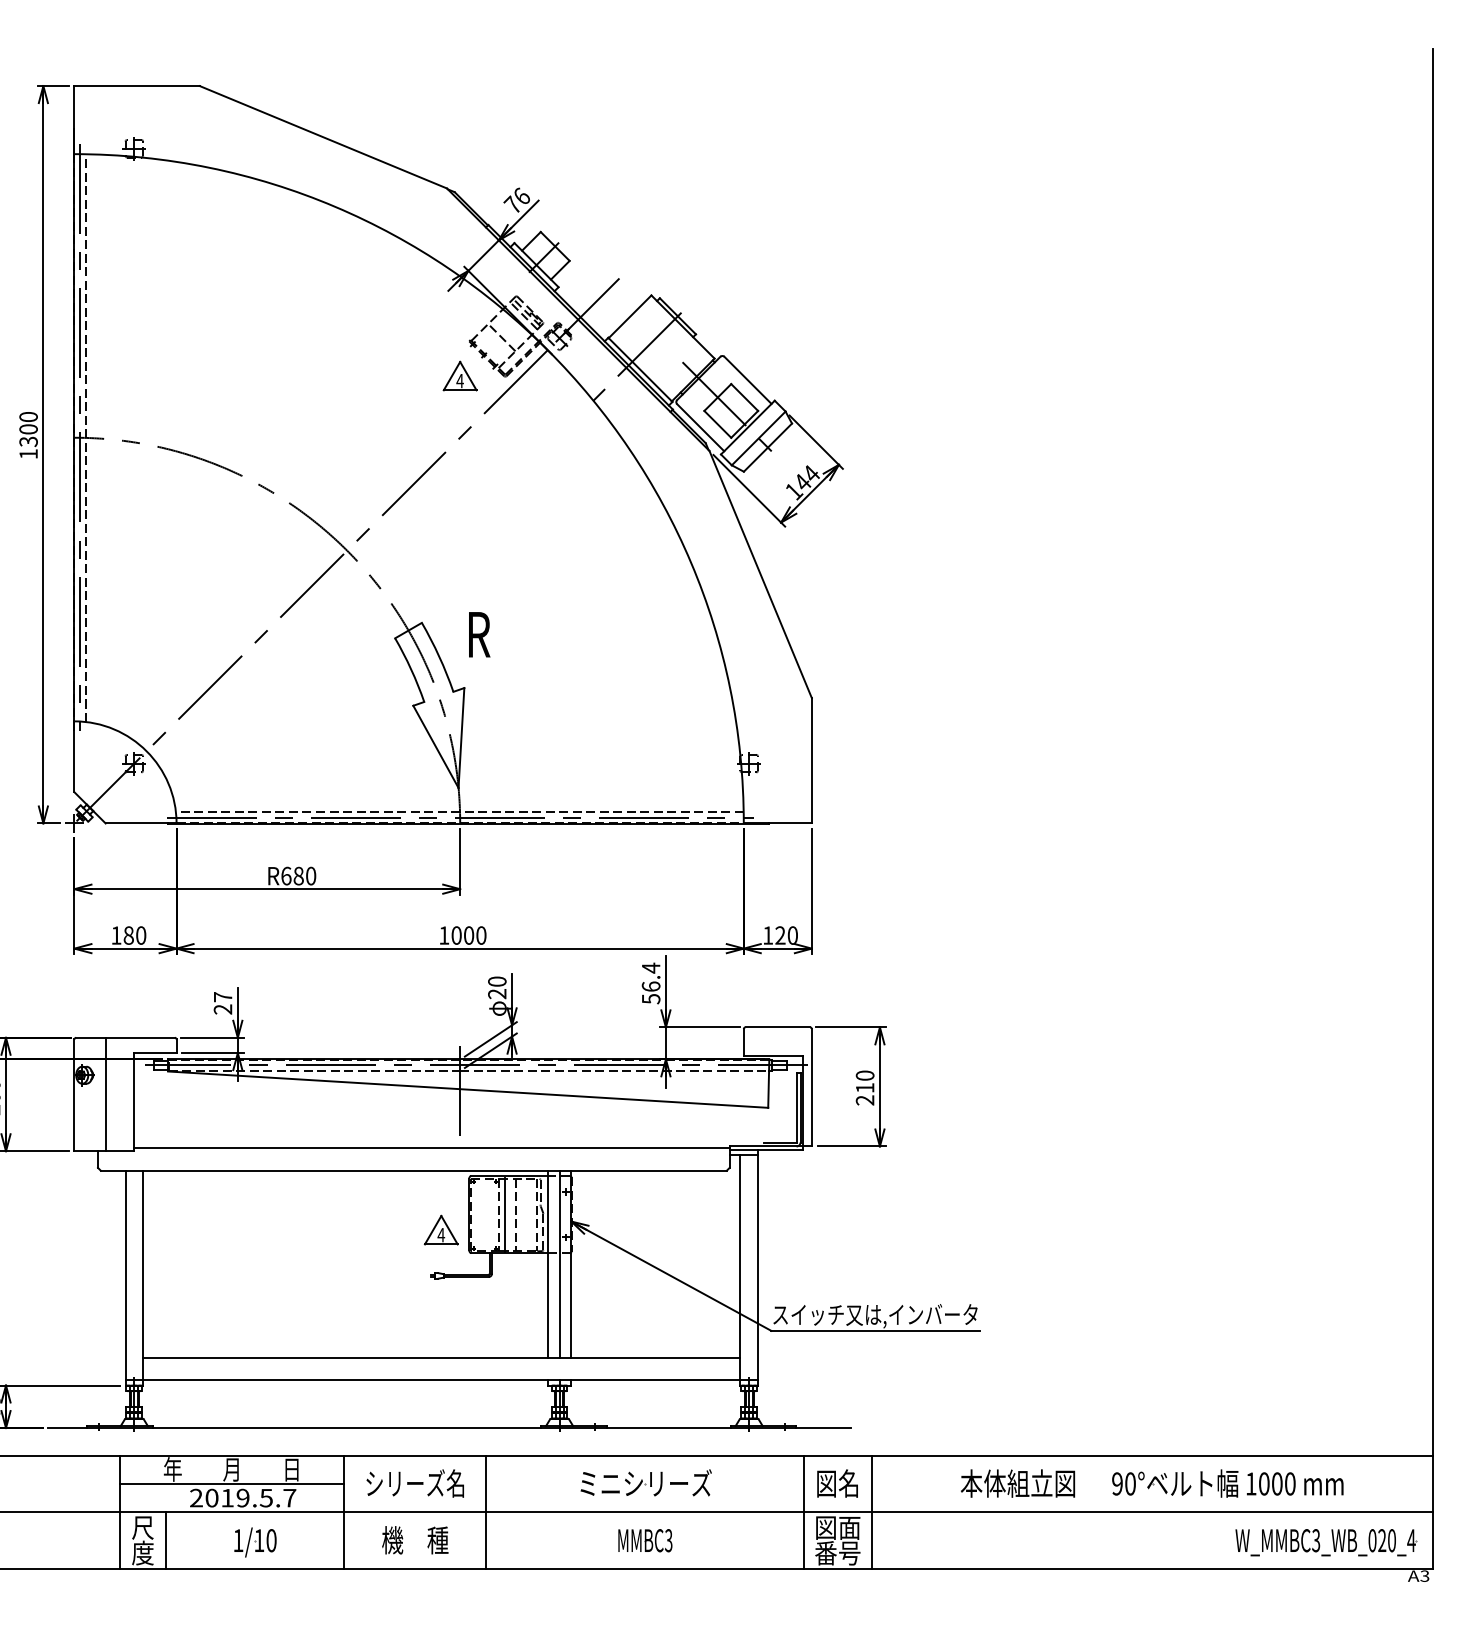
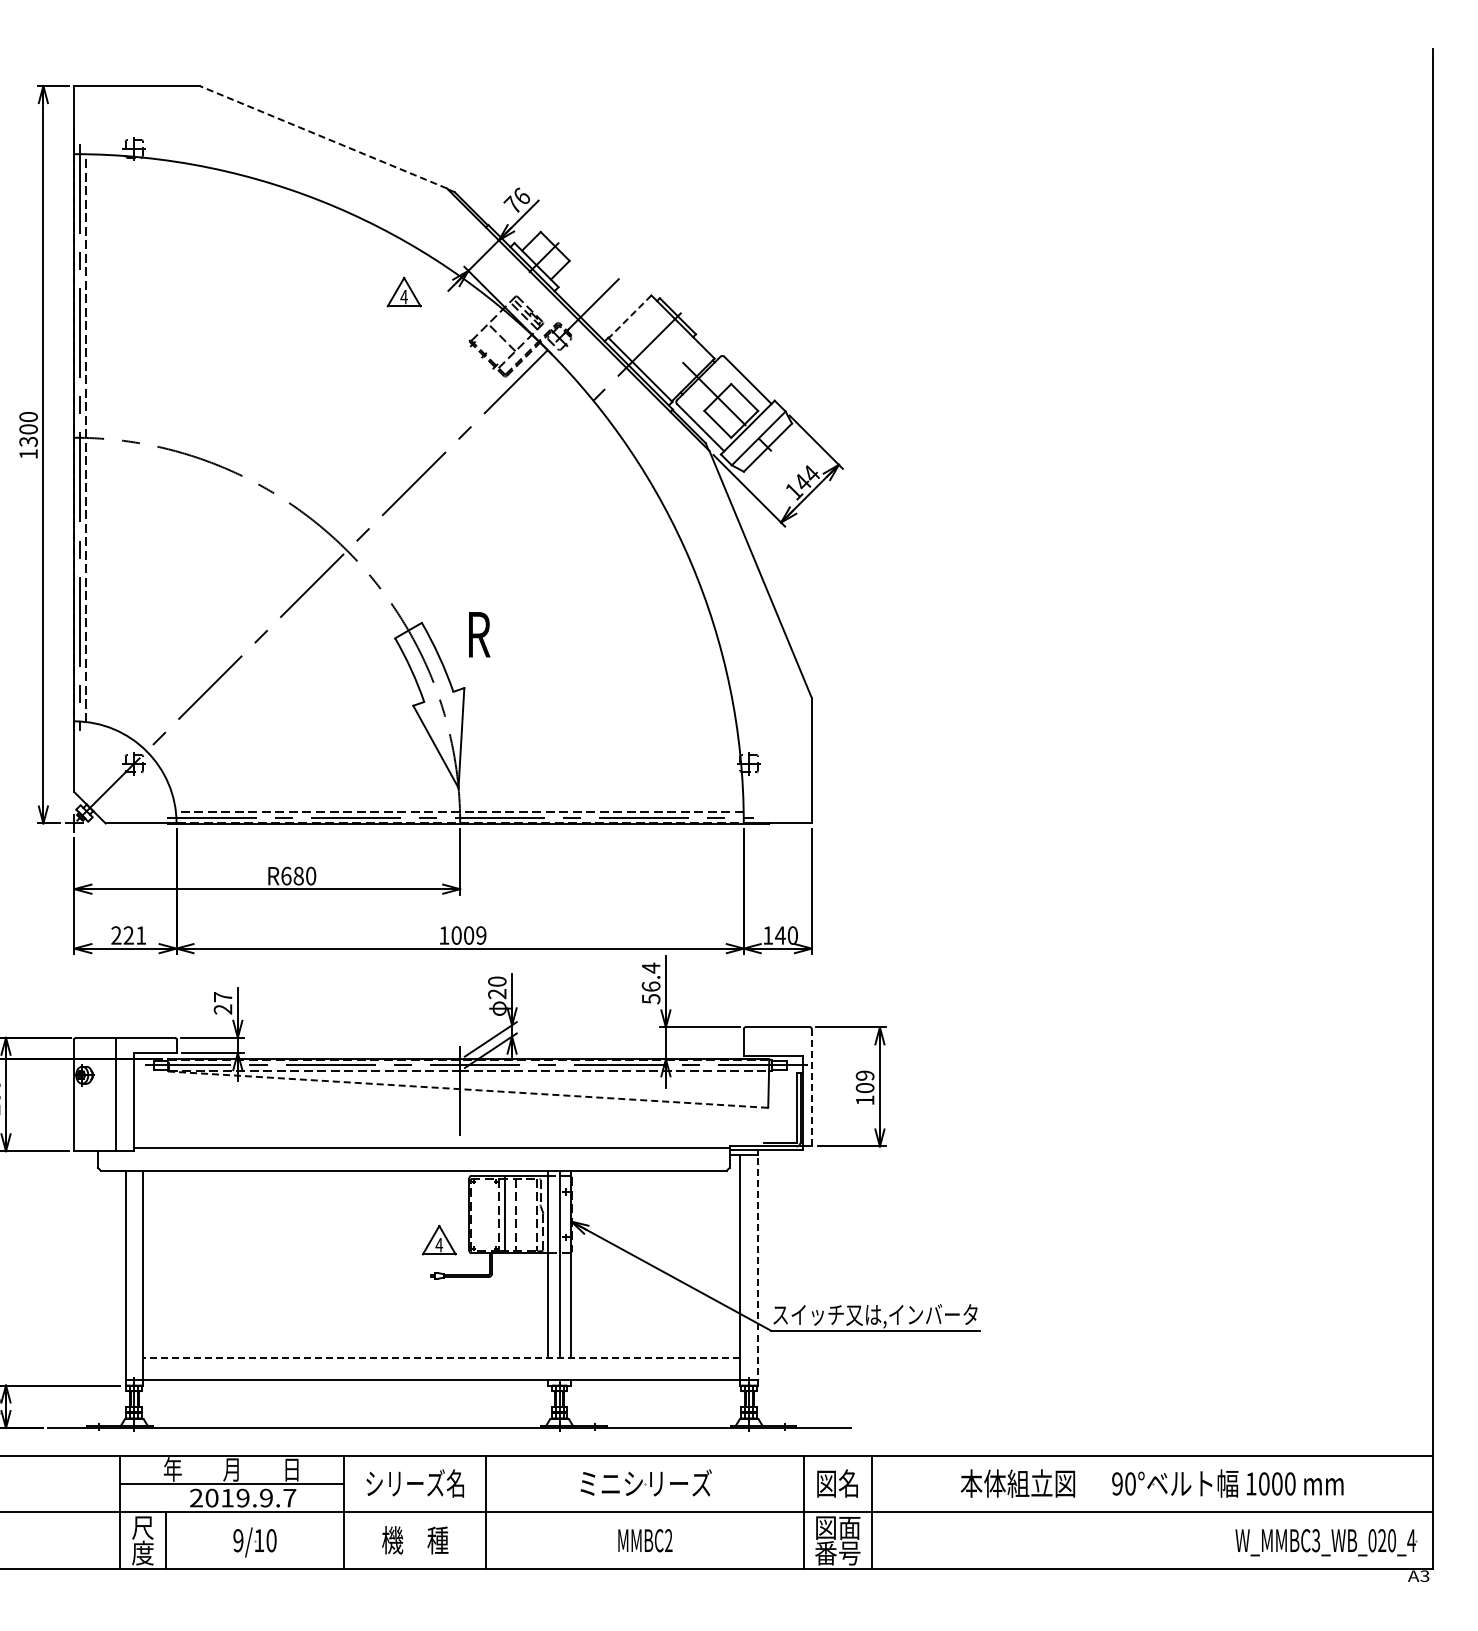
line at (323, 137): solid -> dashed
line at (629, 317): solid -> dashed
part at (459, 375) position: (459, 375) -> (403, 291)
text at (128, 935): 180 -> 221
text at (481, 935): 1000 -> 1009
text at (779, 935): 120 -> 140
line at (811, 1087): solid -> dashed
text at (864, 1087): 210 -> 109
line at (468, 1089): solid -> dashed
line at (105, 1094) position: (105, 1094) -> (115, 1094)
part at (440, 1229) position: (440, 1229) -> (438, 1239)
line at (757, 1269): solid -> dashed
line at (441, 1357): solid -> dashed
text at (265, 1497): 2019.5.7 -> 2019.9.7
text at (238, 1540): 1/10 -> 9/10
text at (668, 1540): MMBC3 -> MMBC2
